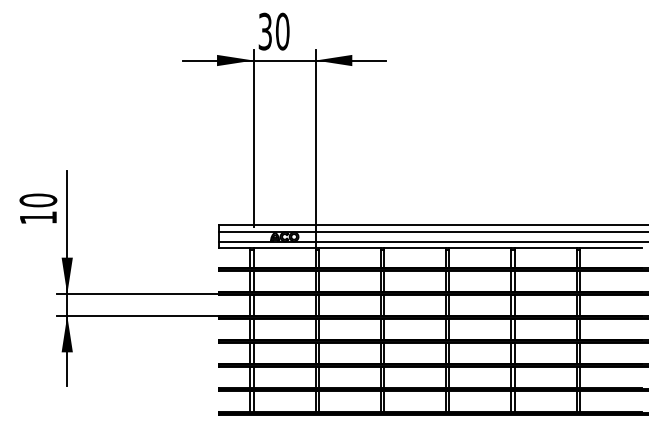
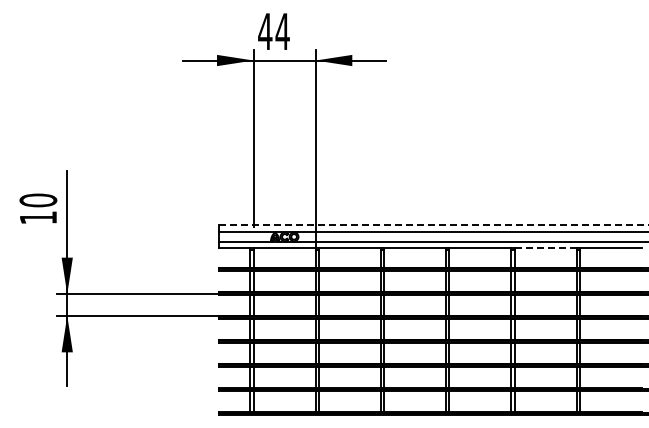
text at (273, 31): 30 -> 44
line at (434, 225): solid -> dashed
line at (546, 248): solid -> dashed
